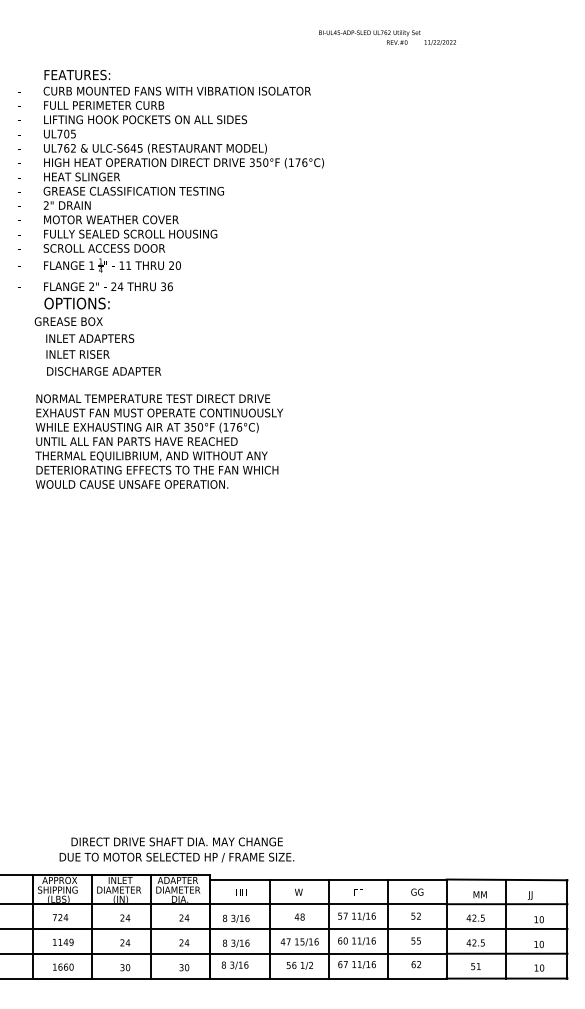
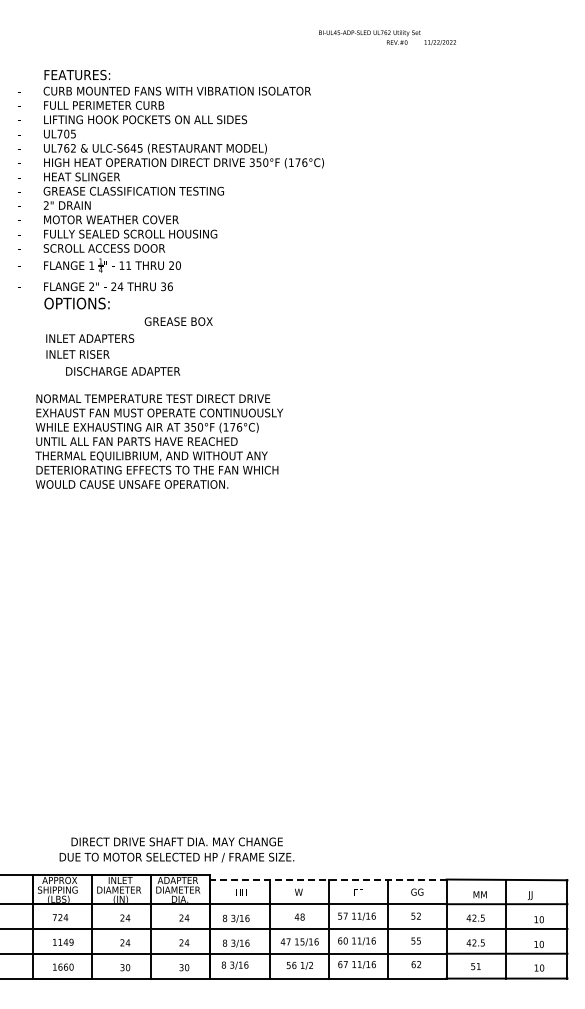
text at (68, 321) position: (68, 321) -> (178, 321)
text at (104, 371) position: (104, 371) -> (123, 371)
line at (328, 879): solid -> dashed
